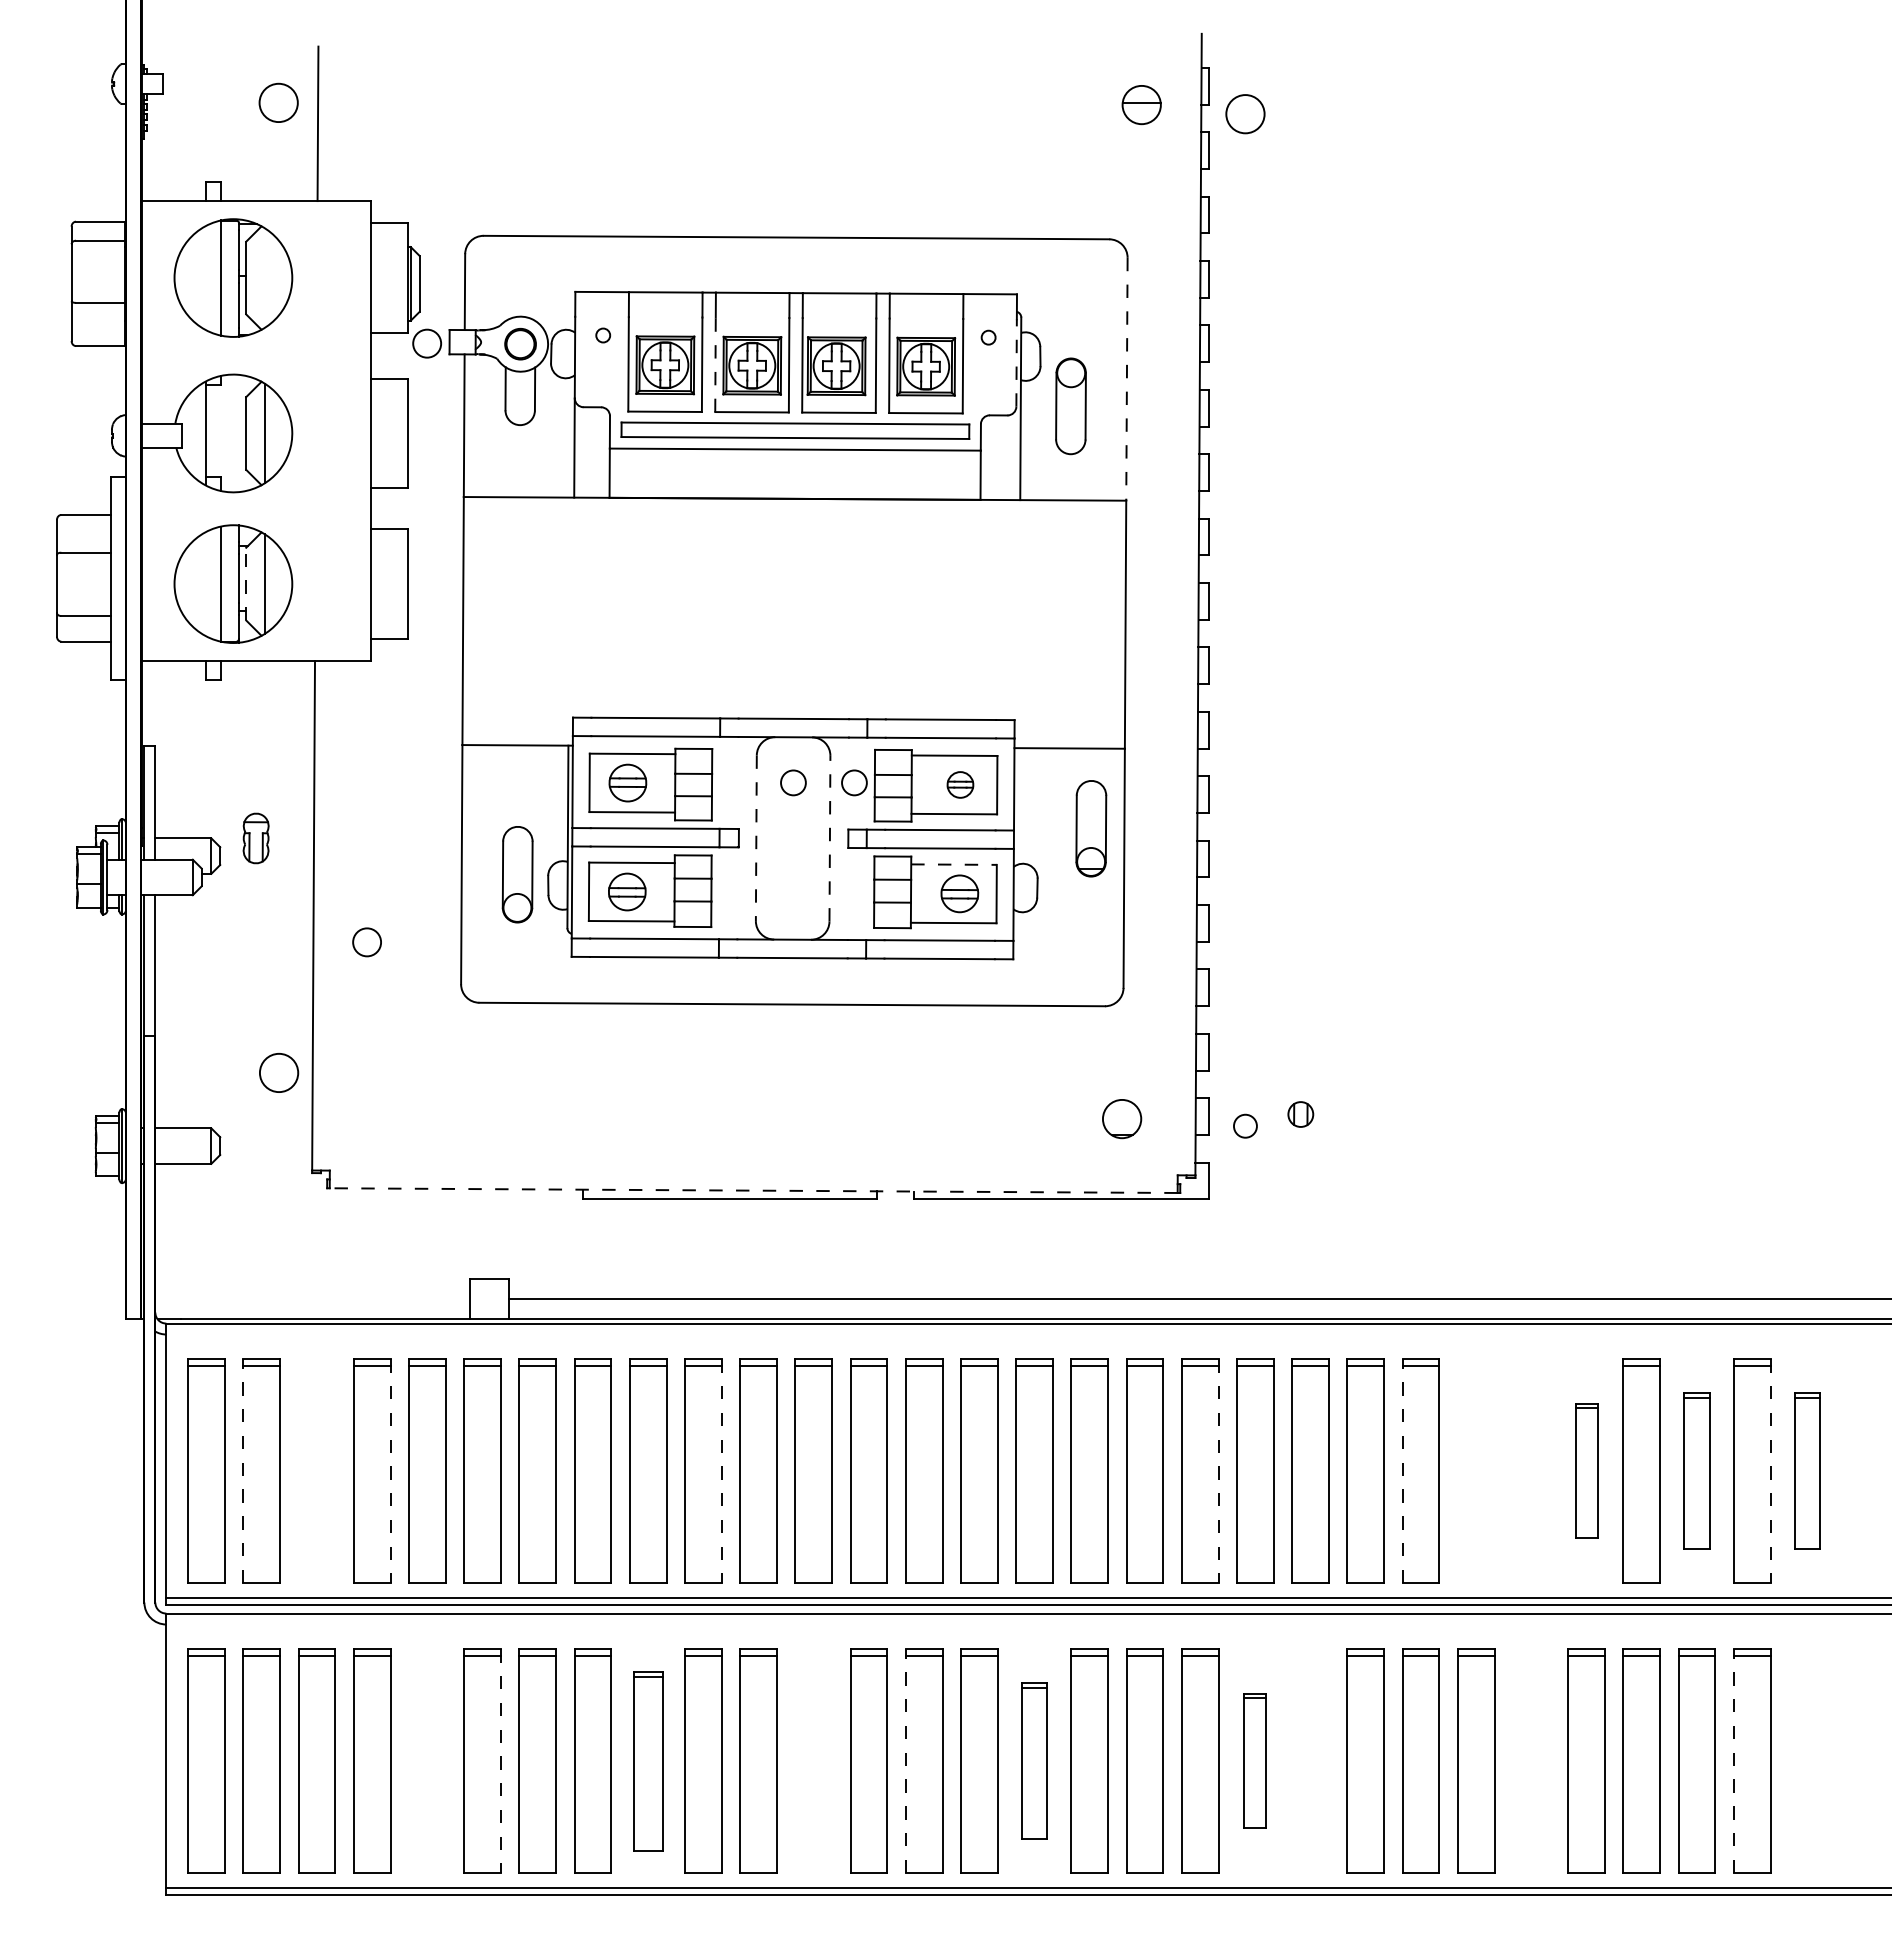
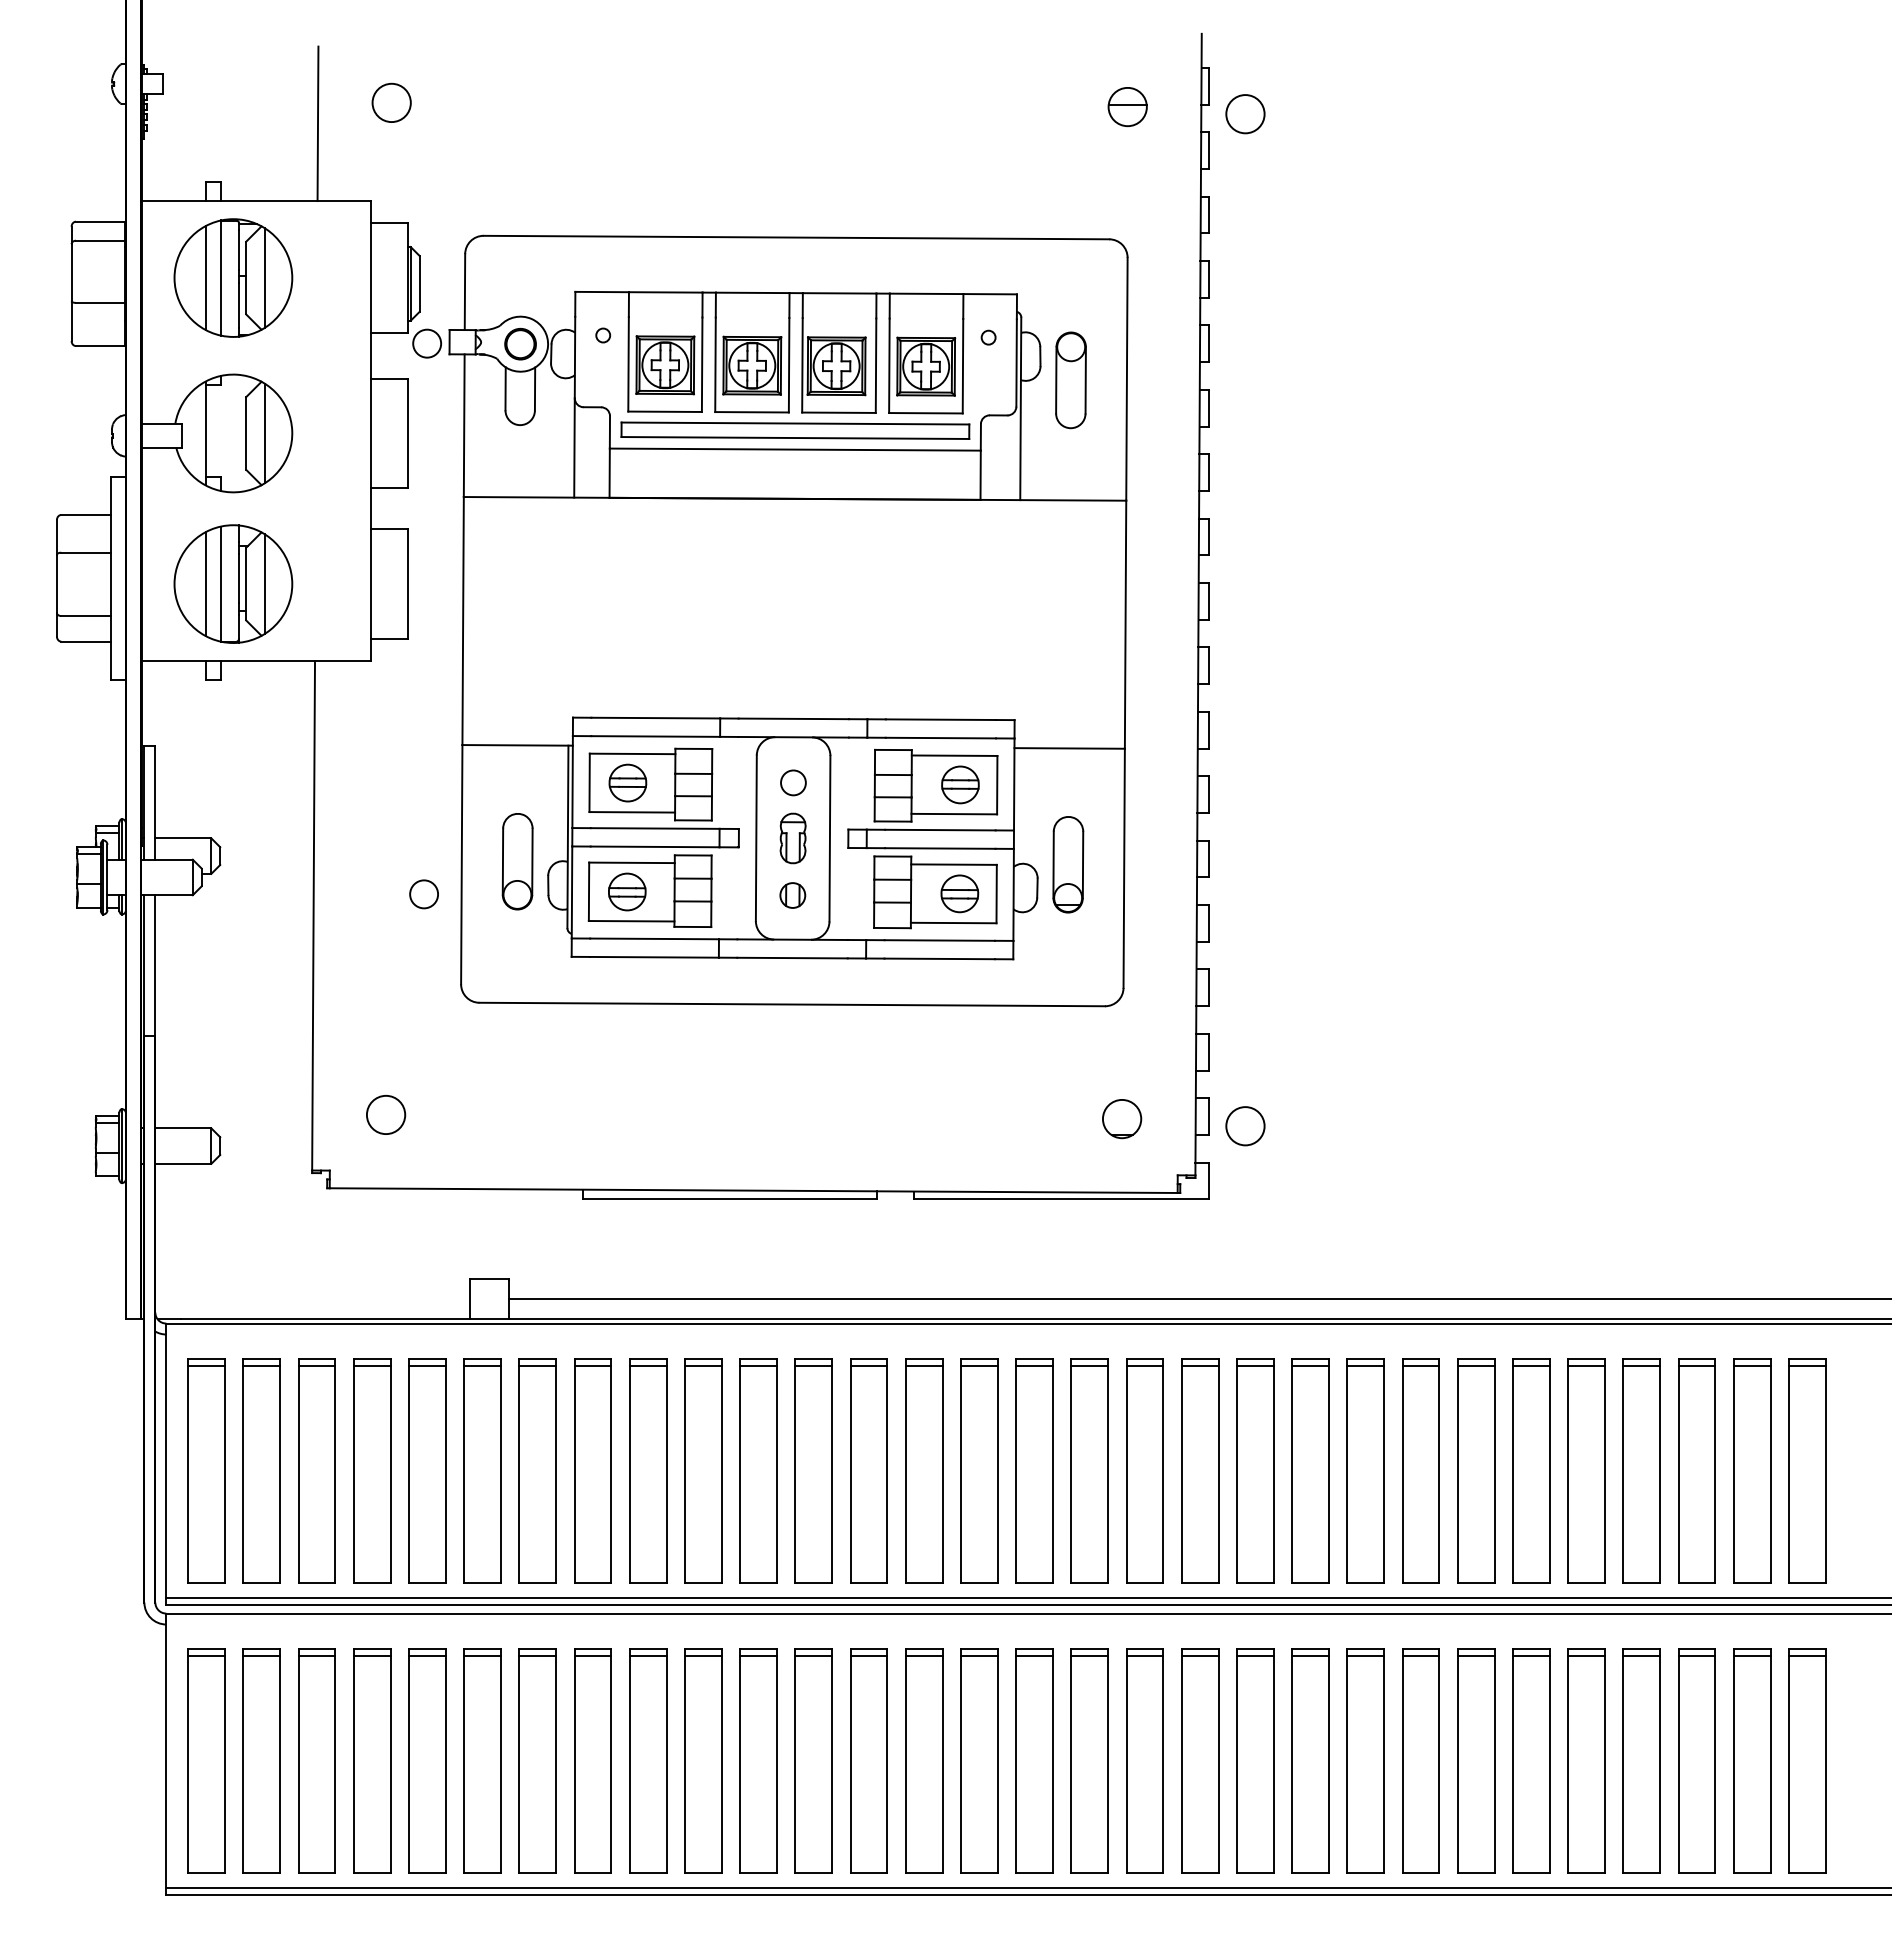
circle at (278, 102) position: (278, 102) -> (391, 102)
part at (1141, 105) position: (1141, 105) -> (1127, 107)
line at (205, 278): none -> present
line at (264, 278): none -> present
line at (1016, 362): dashed -> solid
line at (715, 364): dashed -> solid
line at (1126, 379): dashed -> solid
part at (1070, 406) position: (1070, 406) -> (1070, 380)
line at (246, 583): dashed -> solid
line at (205, 584): none -> present
circle at (854, 782): present -> none
part at (960, 784) size: 29x28 px -> 39x40 px
part at (1091, 828) position: (1091, 828) -> (1068, 864)
part at (255, 838) position: (255, 838) -> (792, 838)
line at (756, 838): dashed -> solid
line at (829, 838): dashed -> solid
line at (954, 864): dashed -> solid
part at (517, 874) position: (517, 874) -> (517, 861)
circle at (366, 942) position: (366, 942) -> (423, 894)
circle at (279, 1072) position: (279, 1072) -> (386, 1114)
part at (1300, 1114) position: (1300, 1114) -> (792, 895)
circle at (1244, 1125) diameter: 23 px -> 38 px
line at (753, 1190): dashed -> solid
part at (316, 1470): none -> present
part at (1476, 1470): none -> present
part at (1531, 1470): none -> present
part at (1586, 1470) size: 24x136 px -> 39x226 px
part at (1696, 1470) size: 28x158 px -> 38x226 px
part at (1807, 1470) size: 27x158 px -> 39x226 px
line at (243, 1471): dashed -> solid
line at (390, 1471): dashed -> solid
line at (721, 1471): dashed -> solid
line at (1218, 1471): dashed -> solid
line at (1402, 1471): dashed -> solid
line at (1770, 1471): dashed -> solid
part at (427, 1760): none -> present
part at (813, 1760): none -> present
part at (1034, 1760) size: 27x158 px -> 39x226 px
part at (1254, 1760) size: 24x136 px -> 39x226 px
part at (1310, 1760): none -> present
part at (1531, 1760): none -> present
part at (1807, 1760): none -> present
line at (500, 1761): dashed -> solid
part at (648, 1761) size: 31x181 px -> 39x226 px
line at (905, 1761): dashed -> solid
line at (1733, 1761): dashed -> solid
